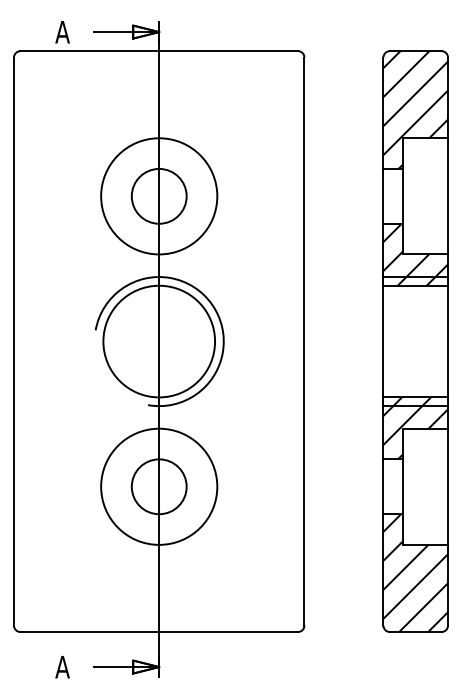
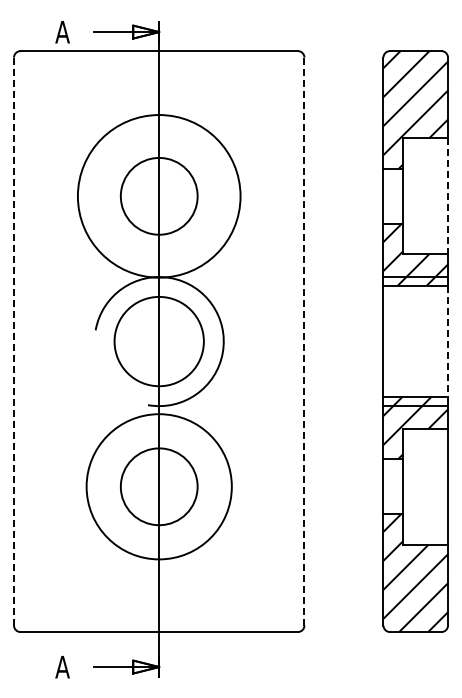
circle at (158, 195) diameter: 55 px -> 77 px
circle at (159, 196) diameter: 116 px -> 163 px
line at (447, 196): solid -> dashed
line at (14, 341): solid -> dashed
circle at (159, 341) diameter: 112 px -> 89 px
line at (304, 341): solid -> dashed
line at (447, 341): solid -> dashed
circle at (158, 486) diameter: 55 px -> 77 px
circle at (159, 486) diameter: 116 px -> 145 px
